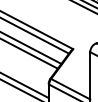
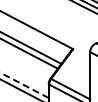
line at (35, 35): present -> none
line at (23, 85): solid -> dashed
